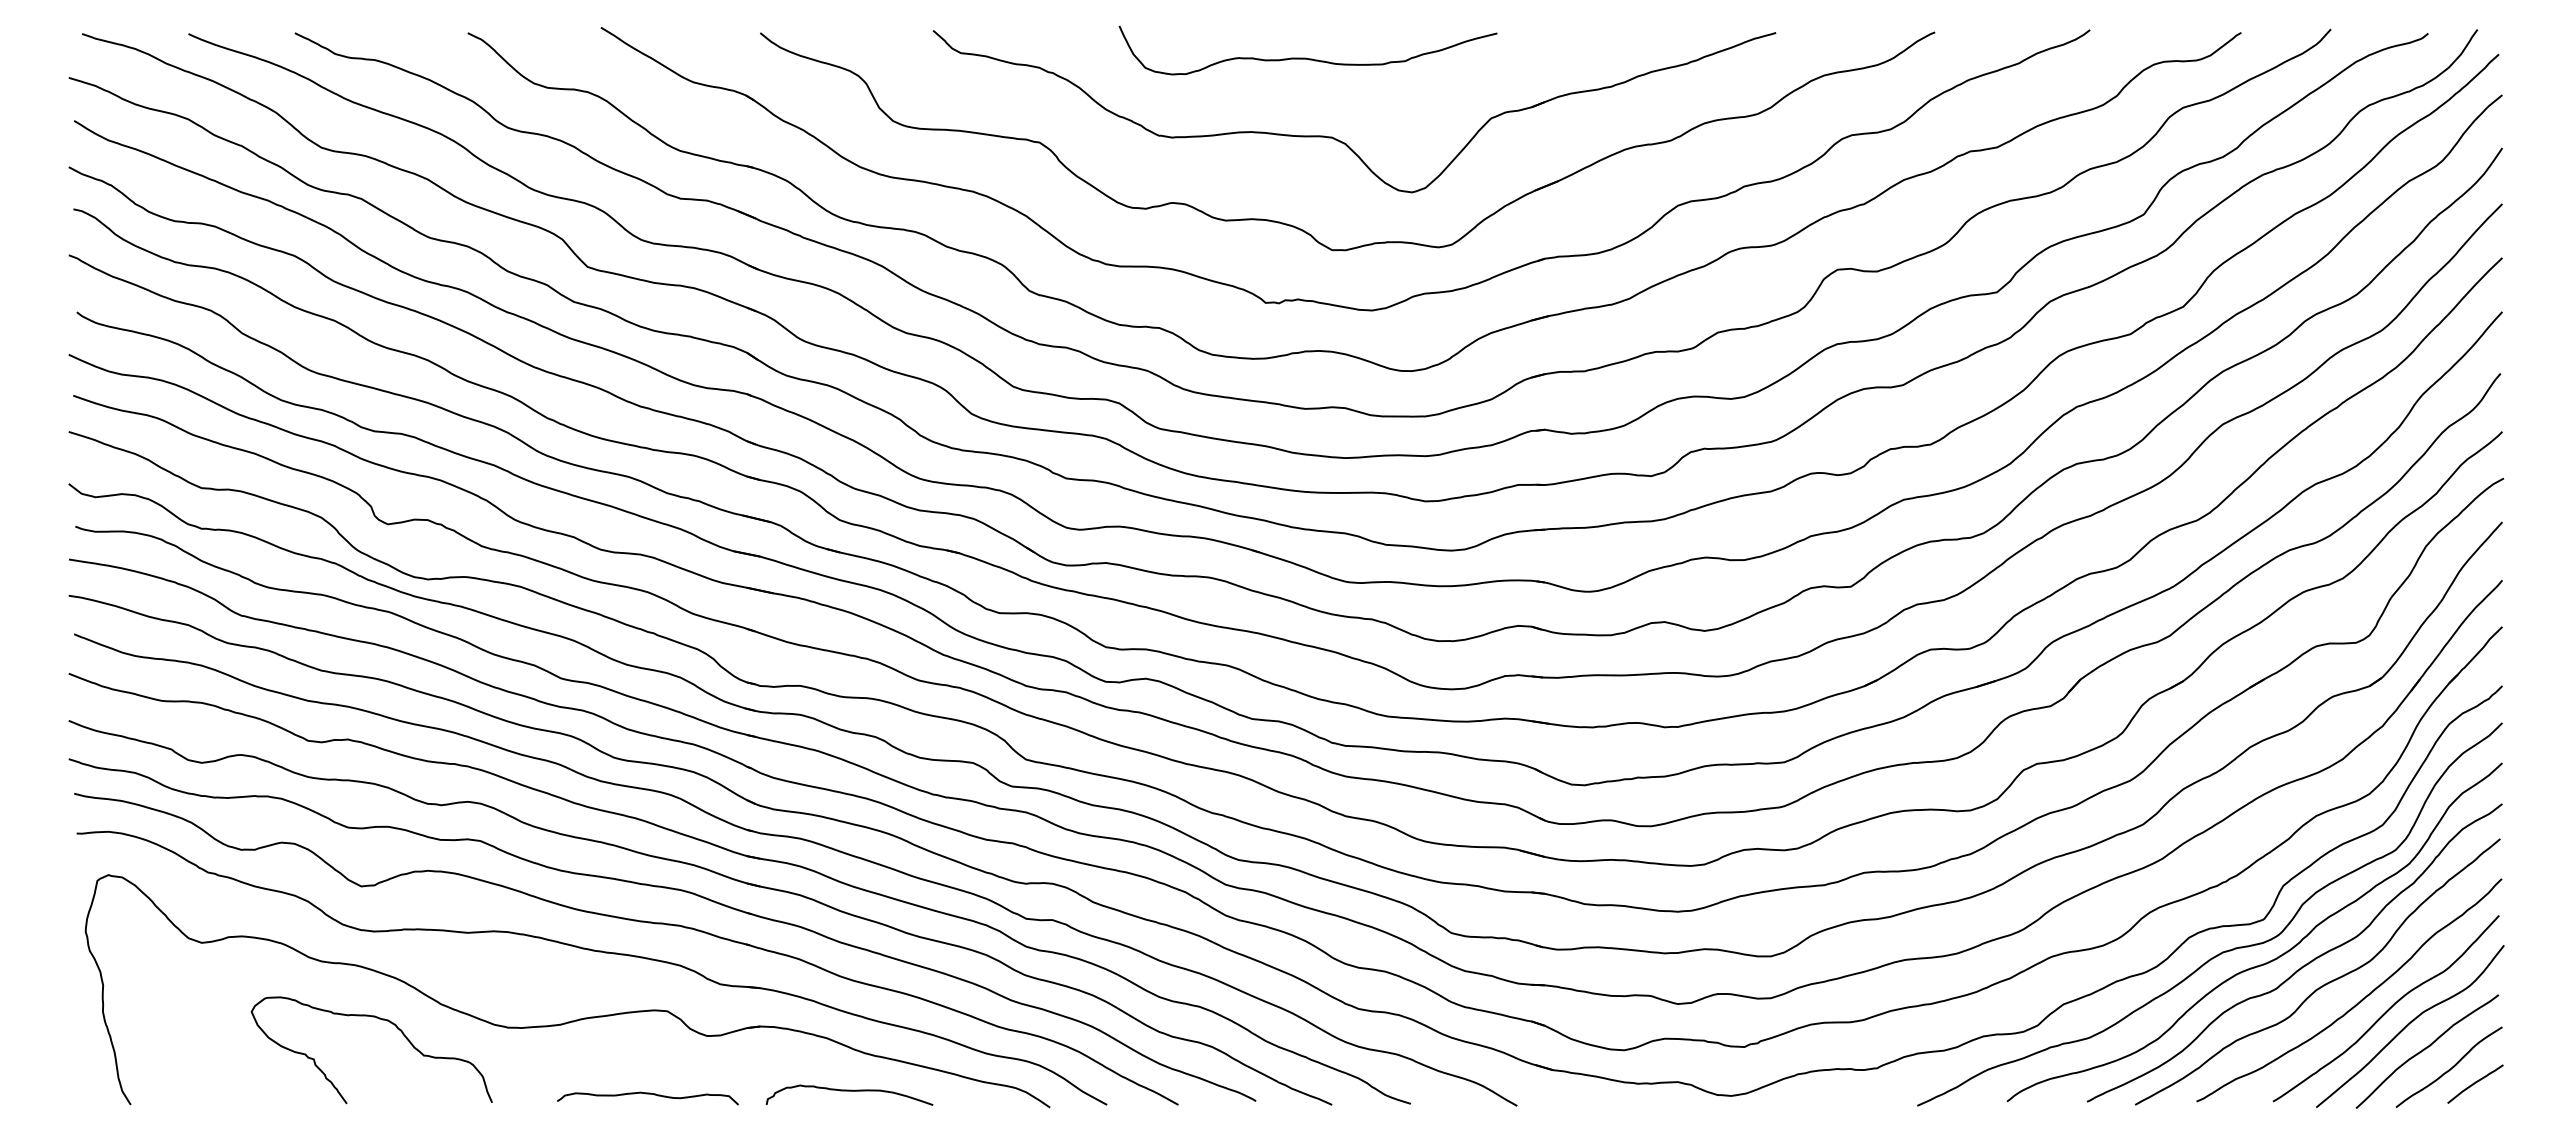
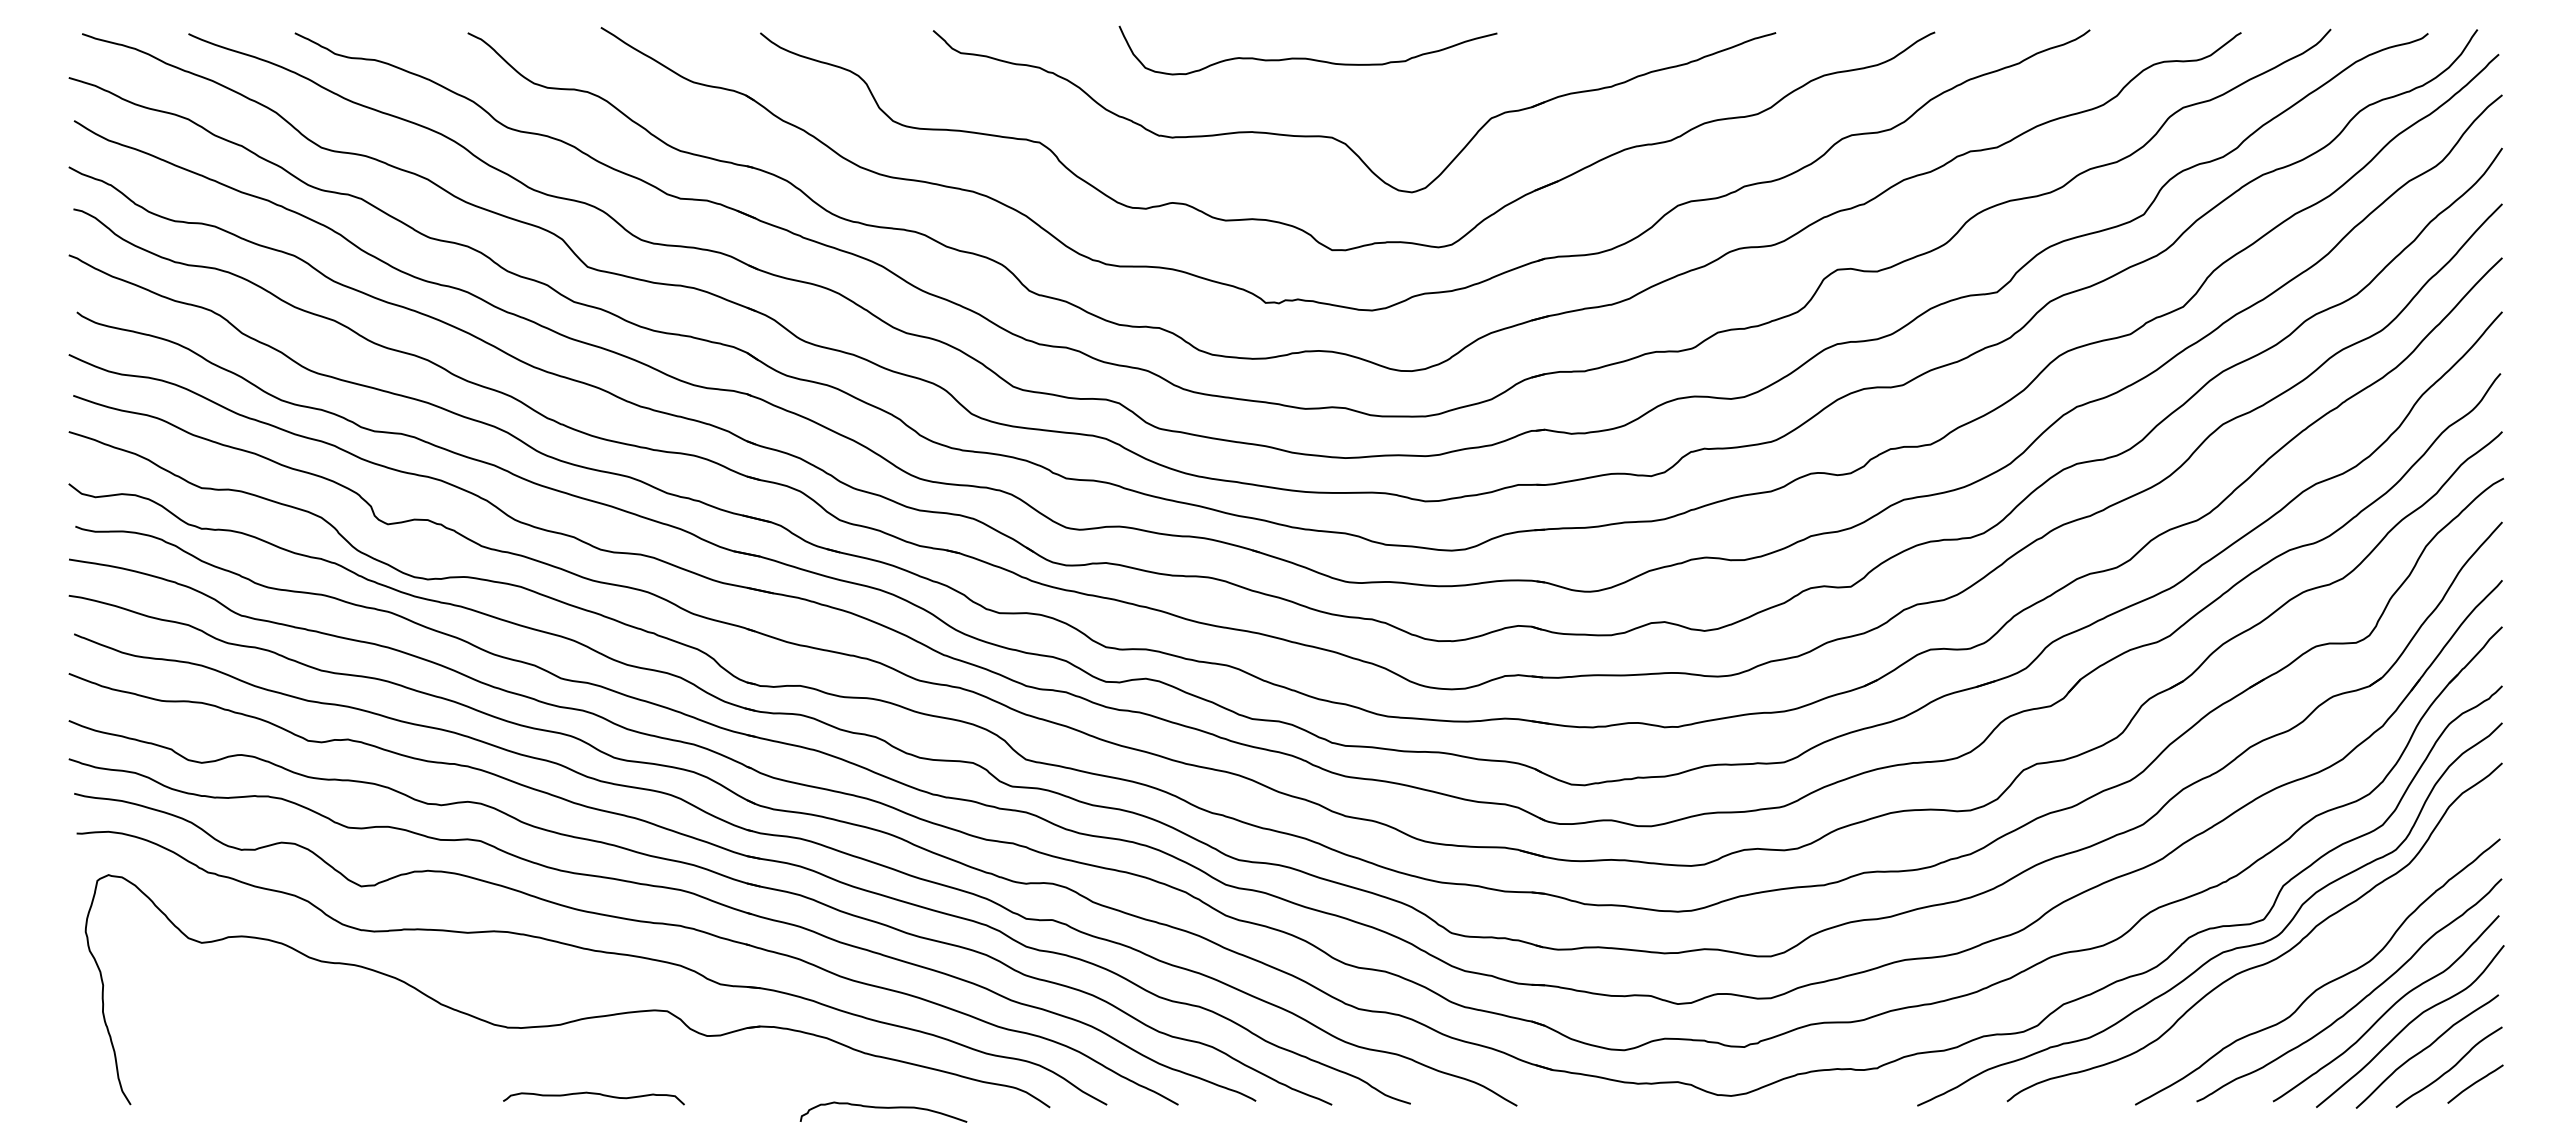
curve at (2304, 964): present -> none
curve at (382, 1020): present -> none
curve at (849, 1091) position: (849, 1091) -> (883, 1108)
curve at (647, 1094) position: (647, 1094) -> (593, 1094)
